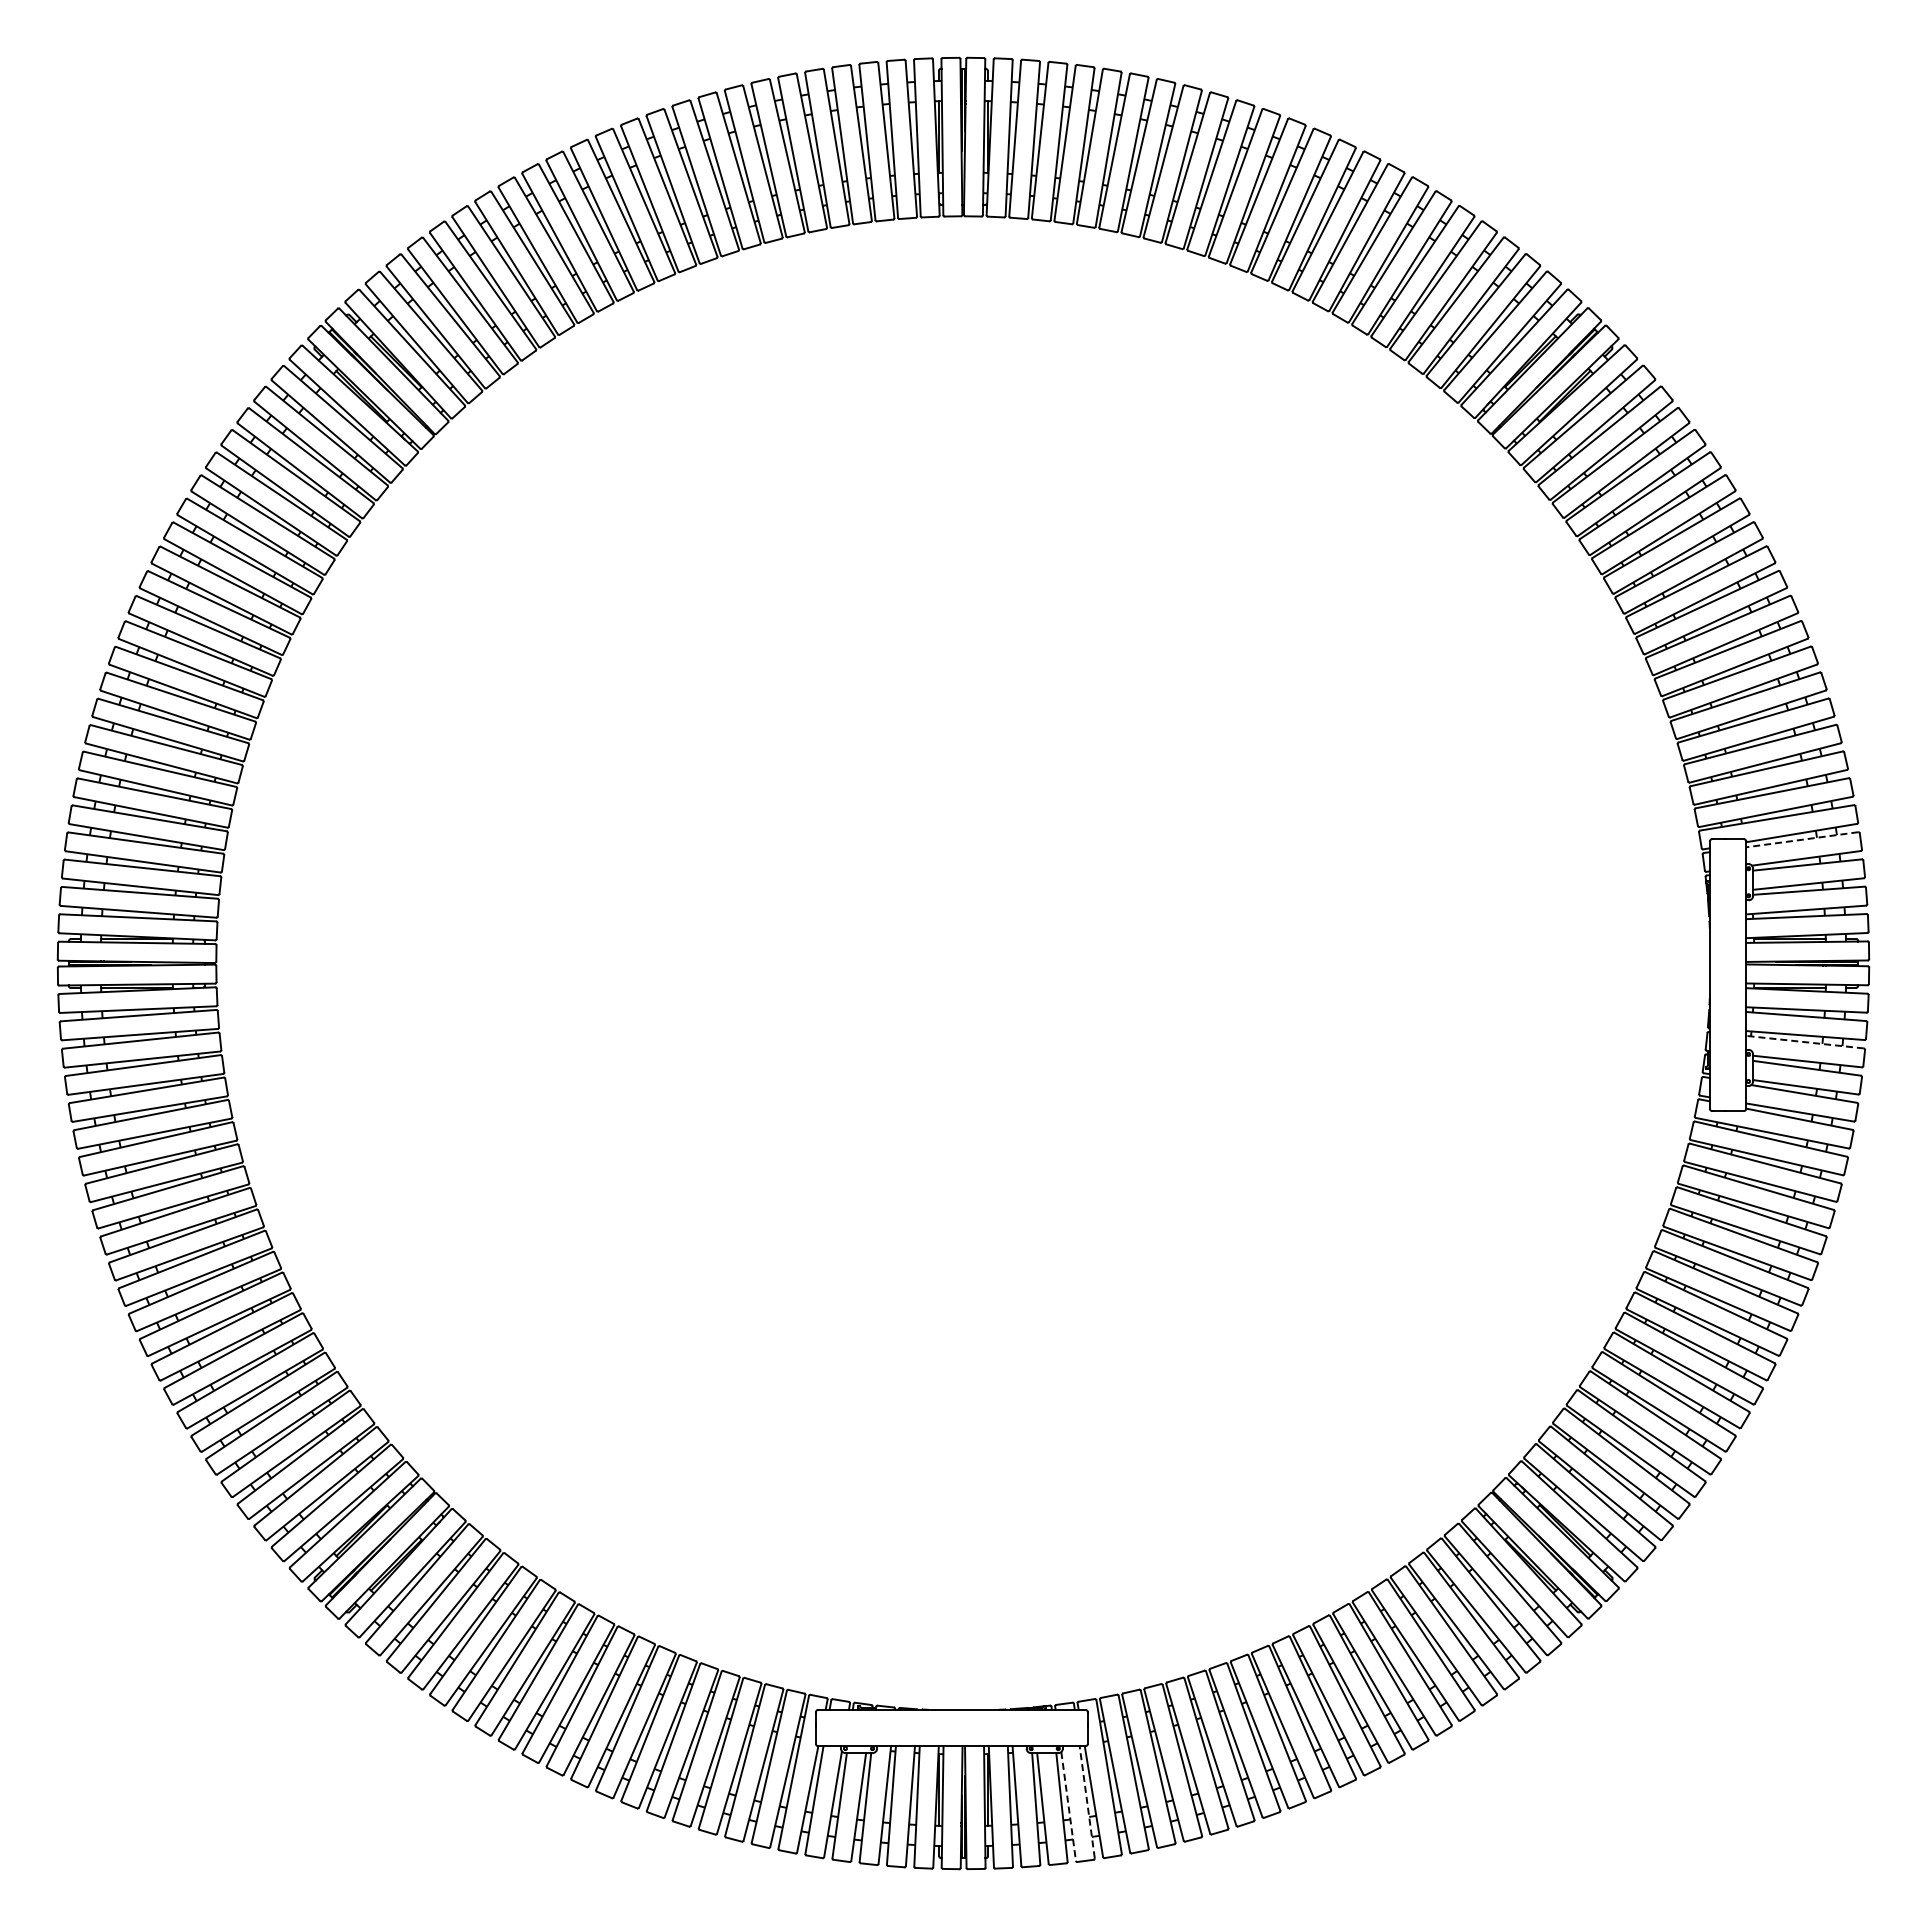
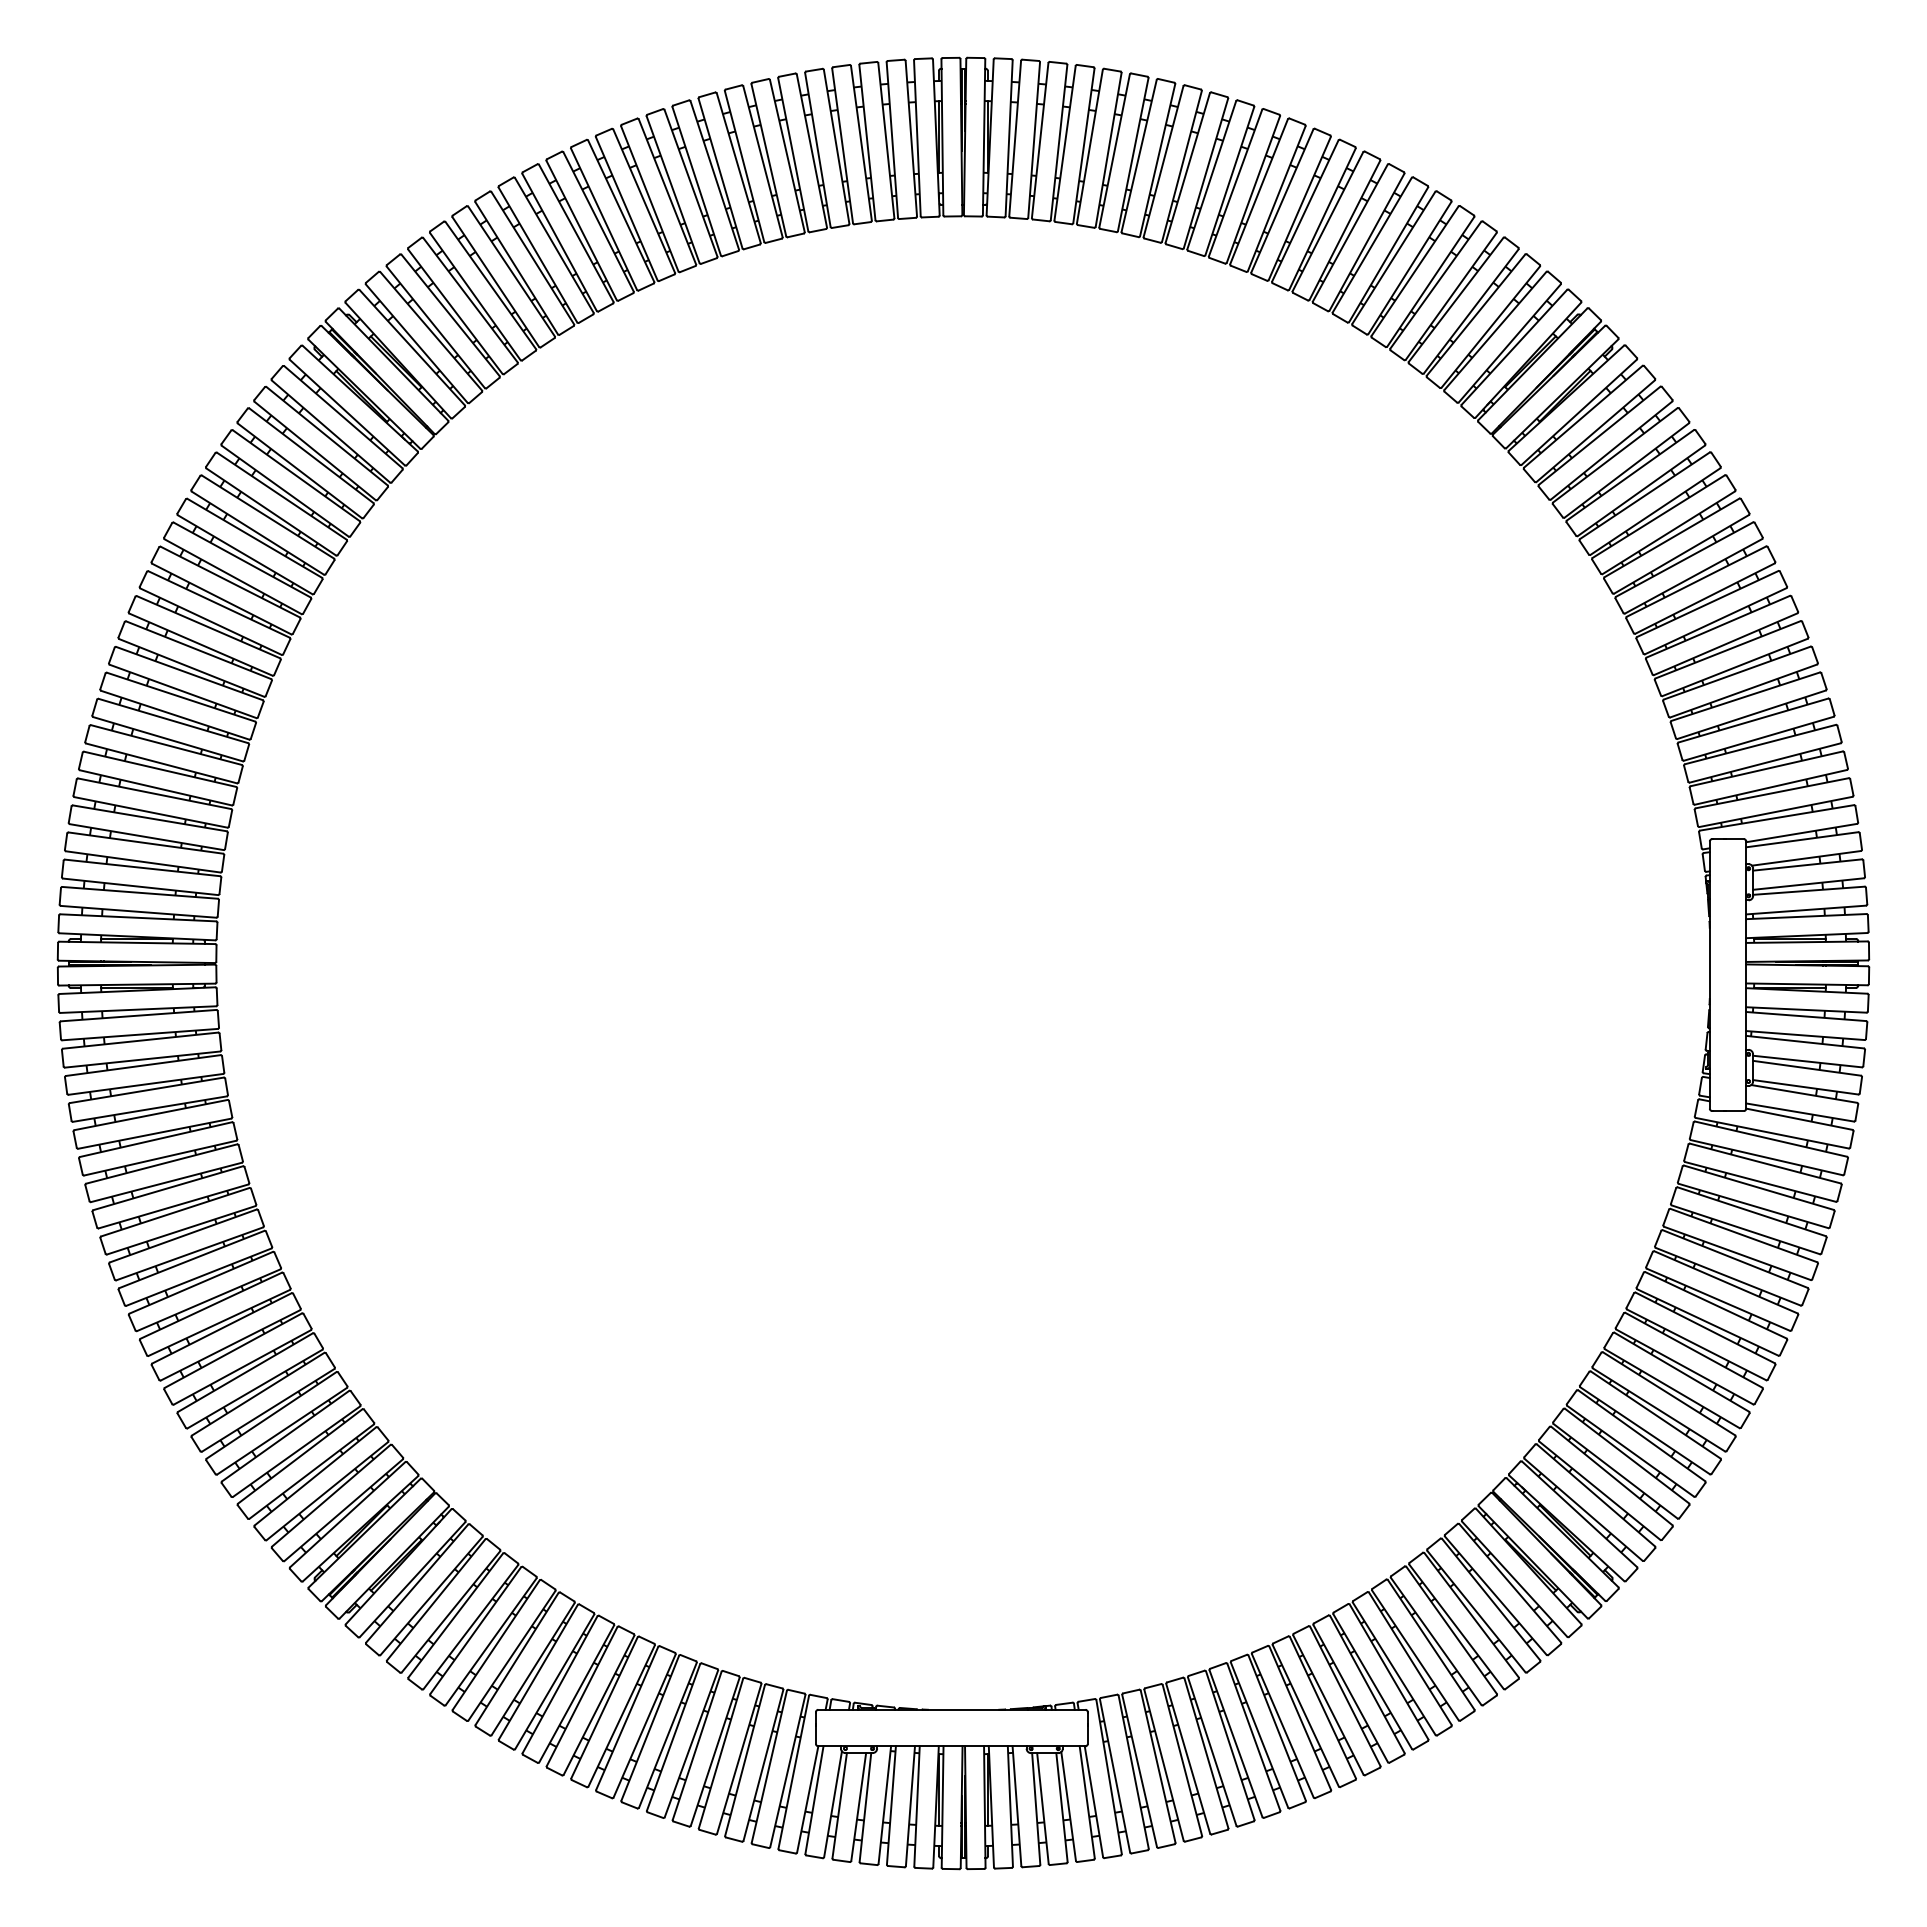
line at (1801, 839): dashed -> solid
line at (1804, 1042): dashed -> solid
line at (1087, 1801): dashed -> solid
line at (1068, 1806): dashed -> solid
